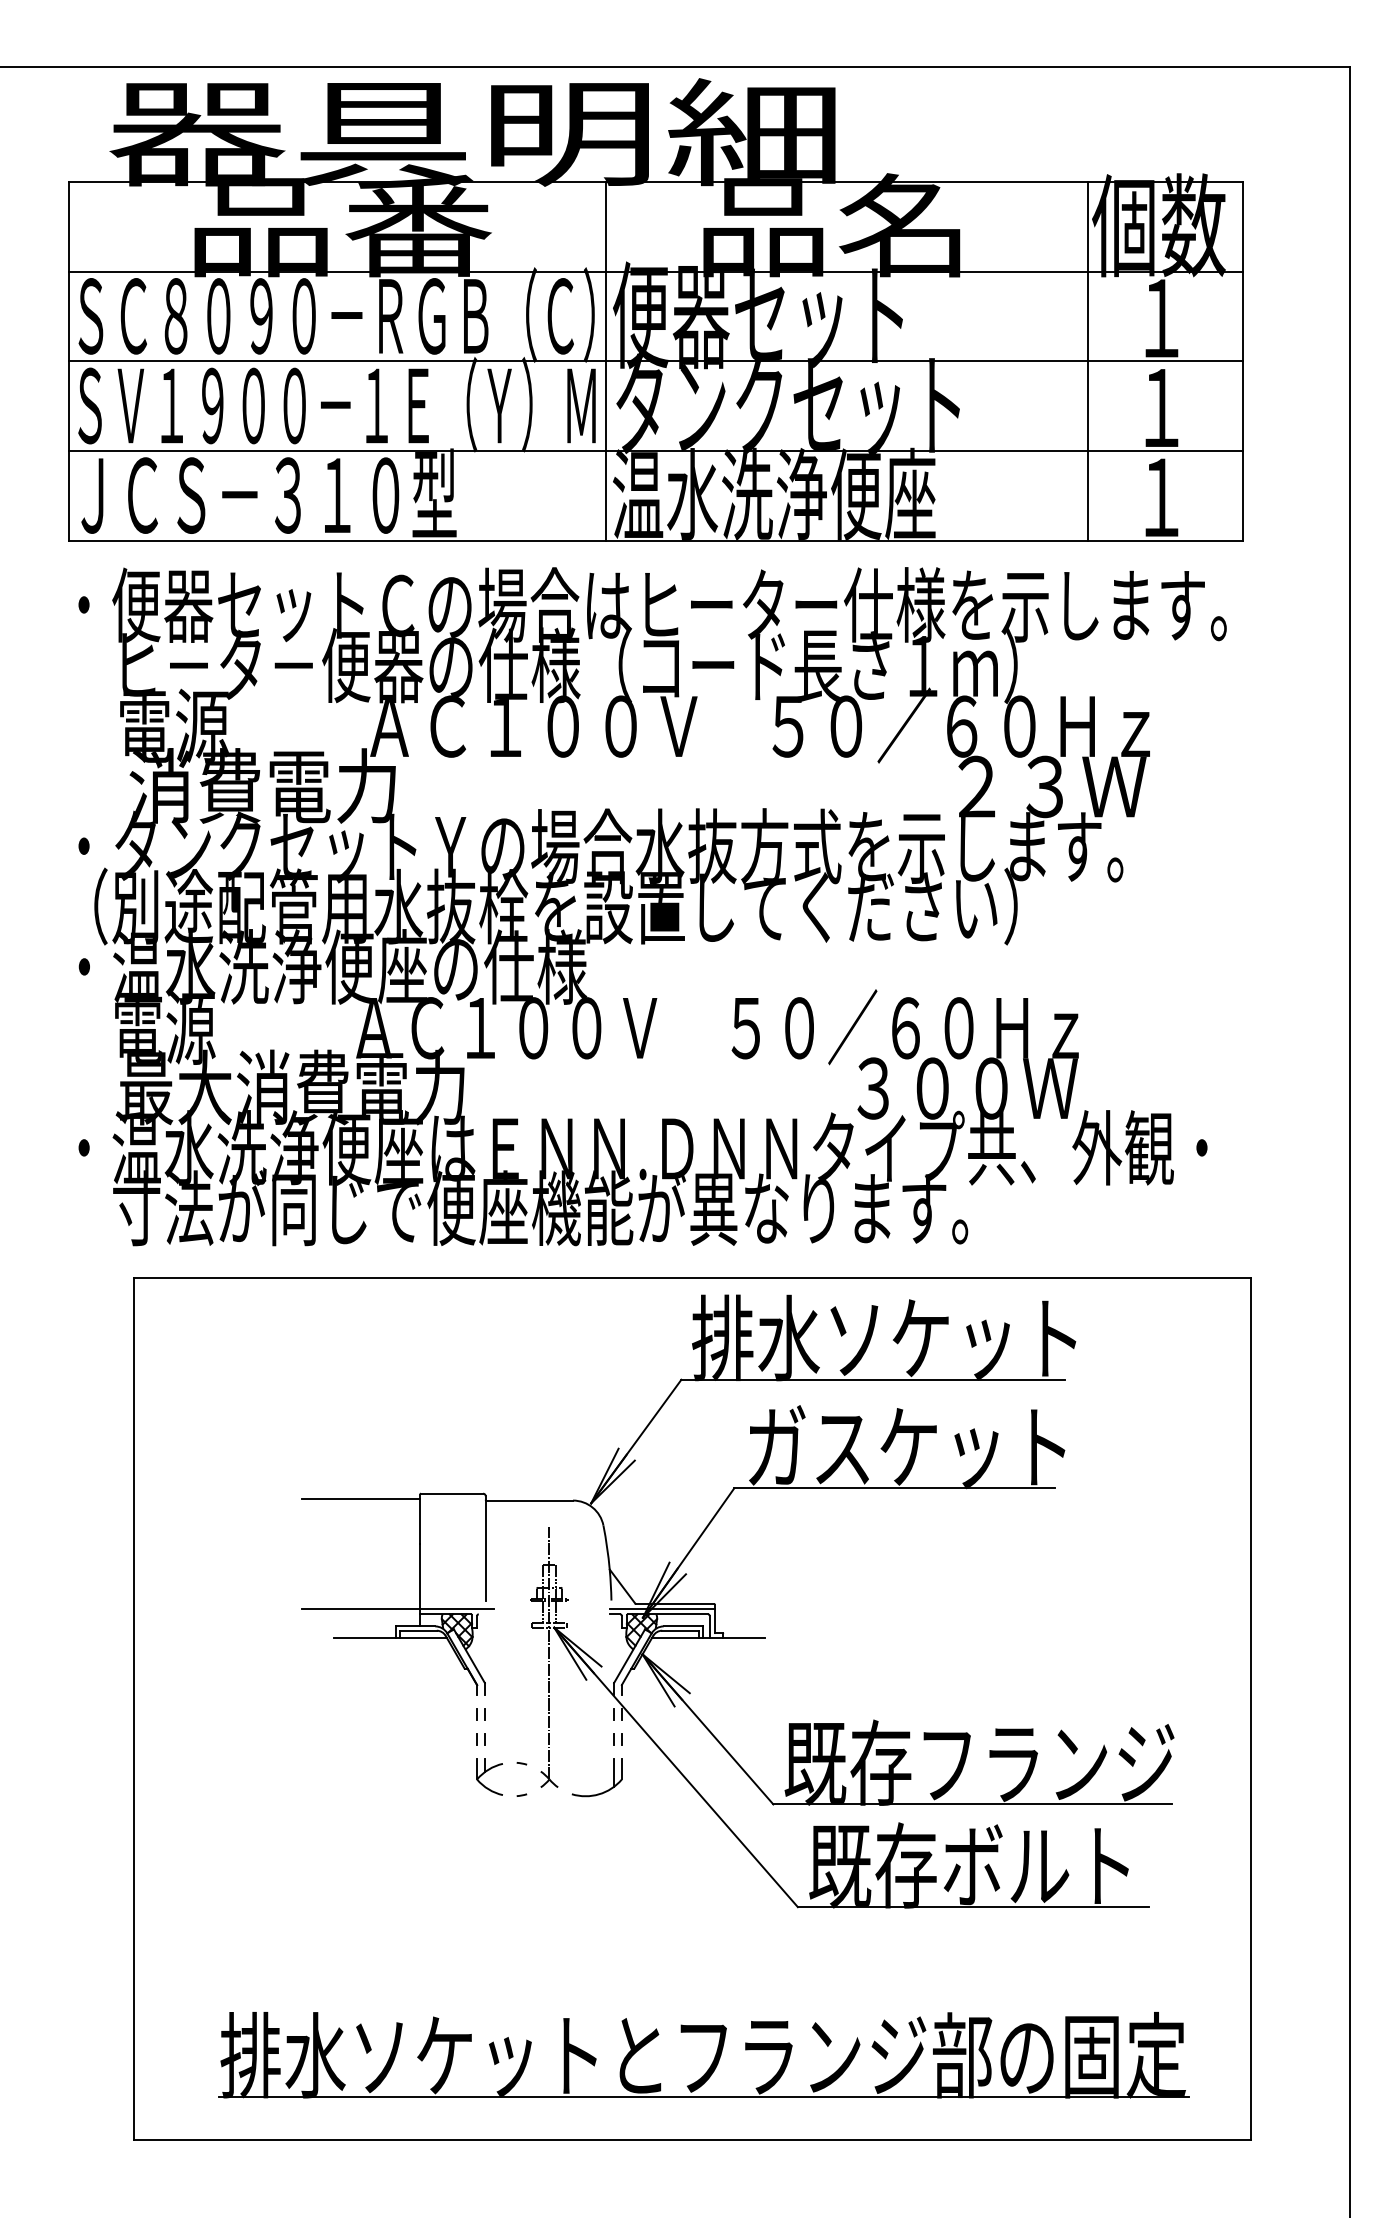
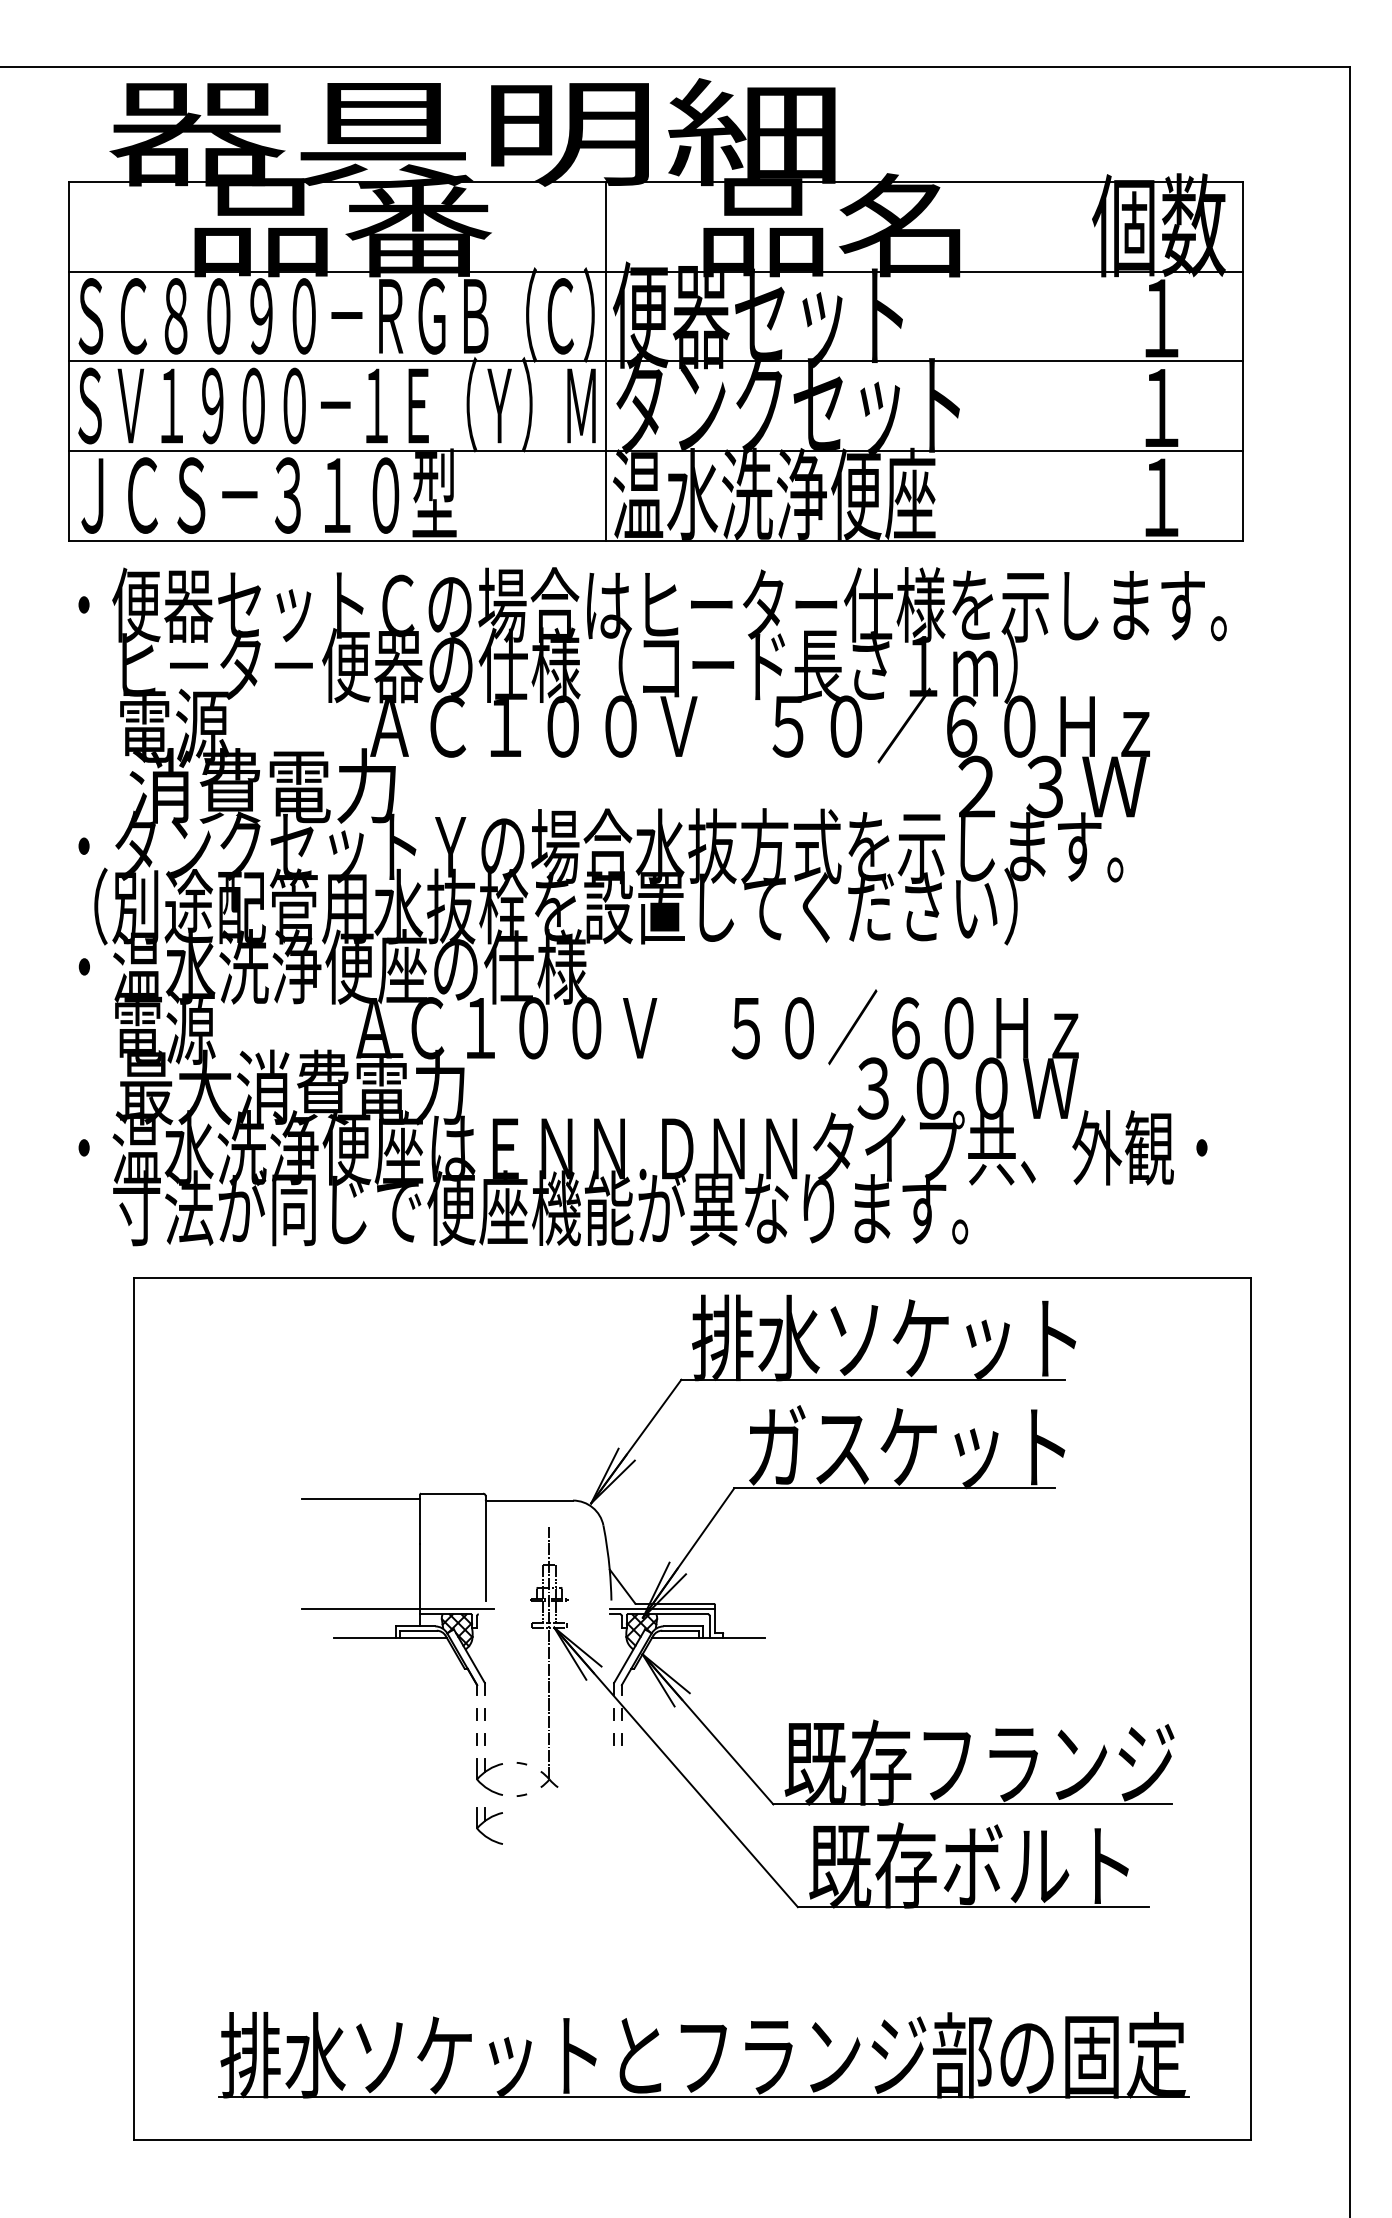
line at (1088, 361): present -> none
part at (600, 1792): present -> none
part at (489, 1825): none -> present
